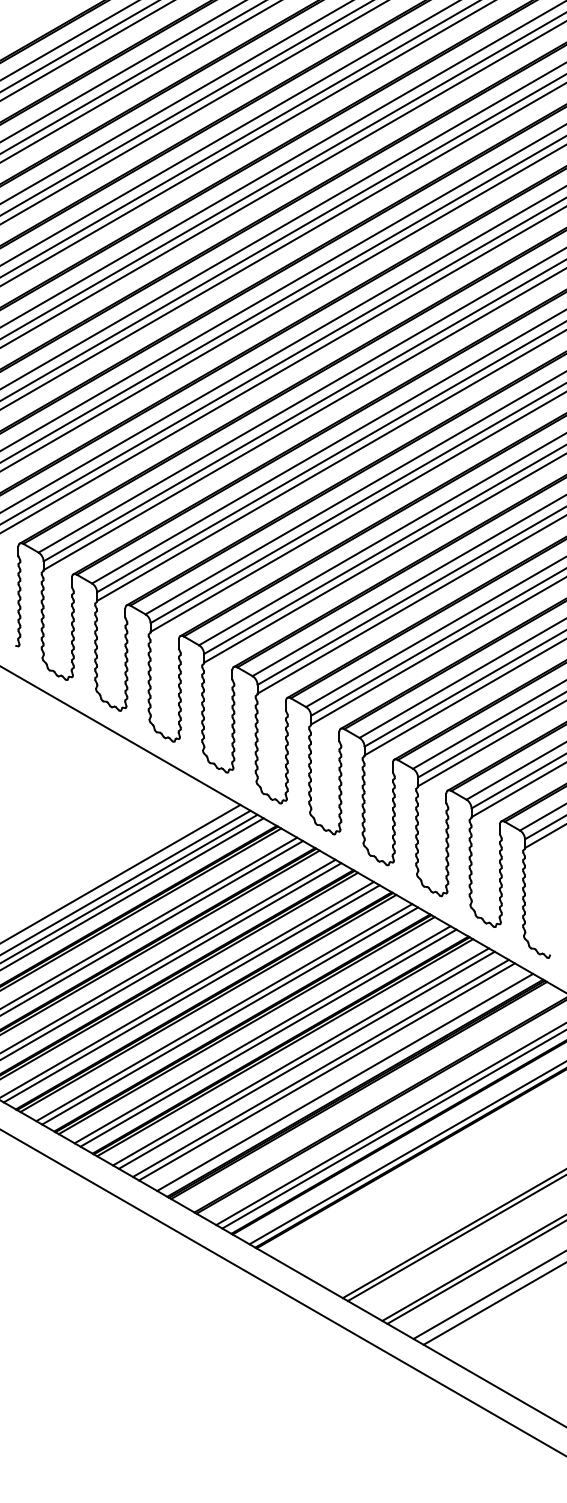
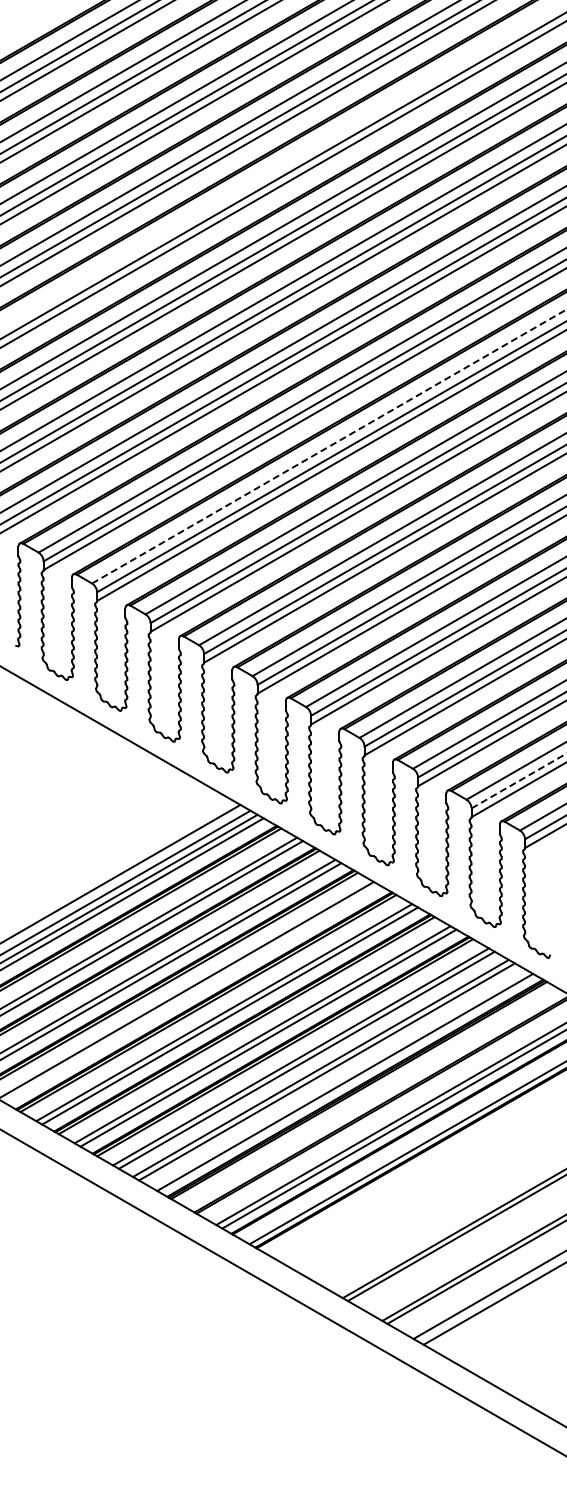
line at (282, 164): present -> none
line at (329, 446): solid -> dashed
line at (519, 780): solid -> dashed
line at (191, 993): present -> none
